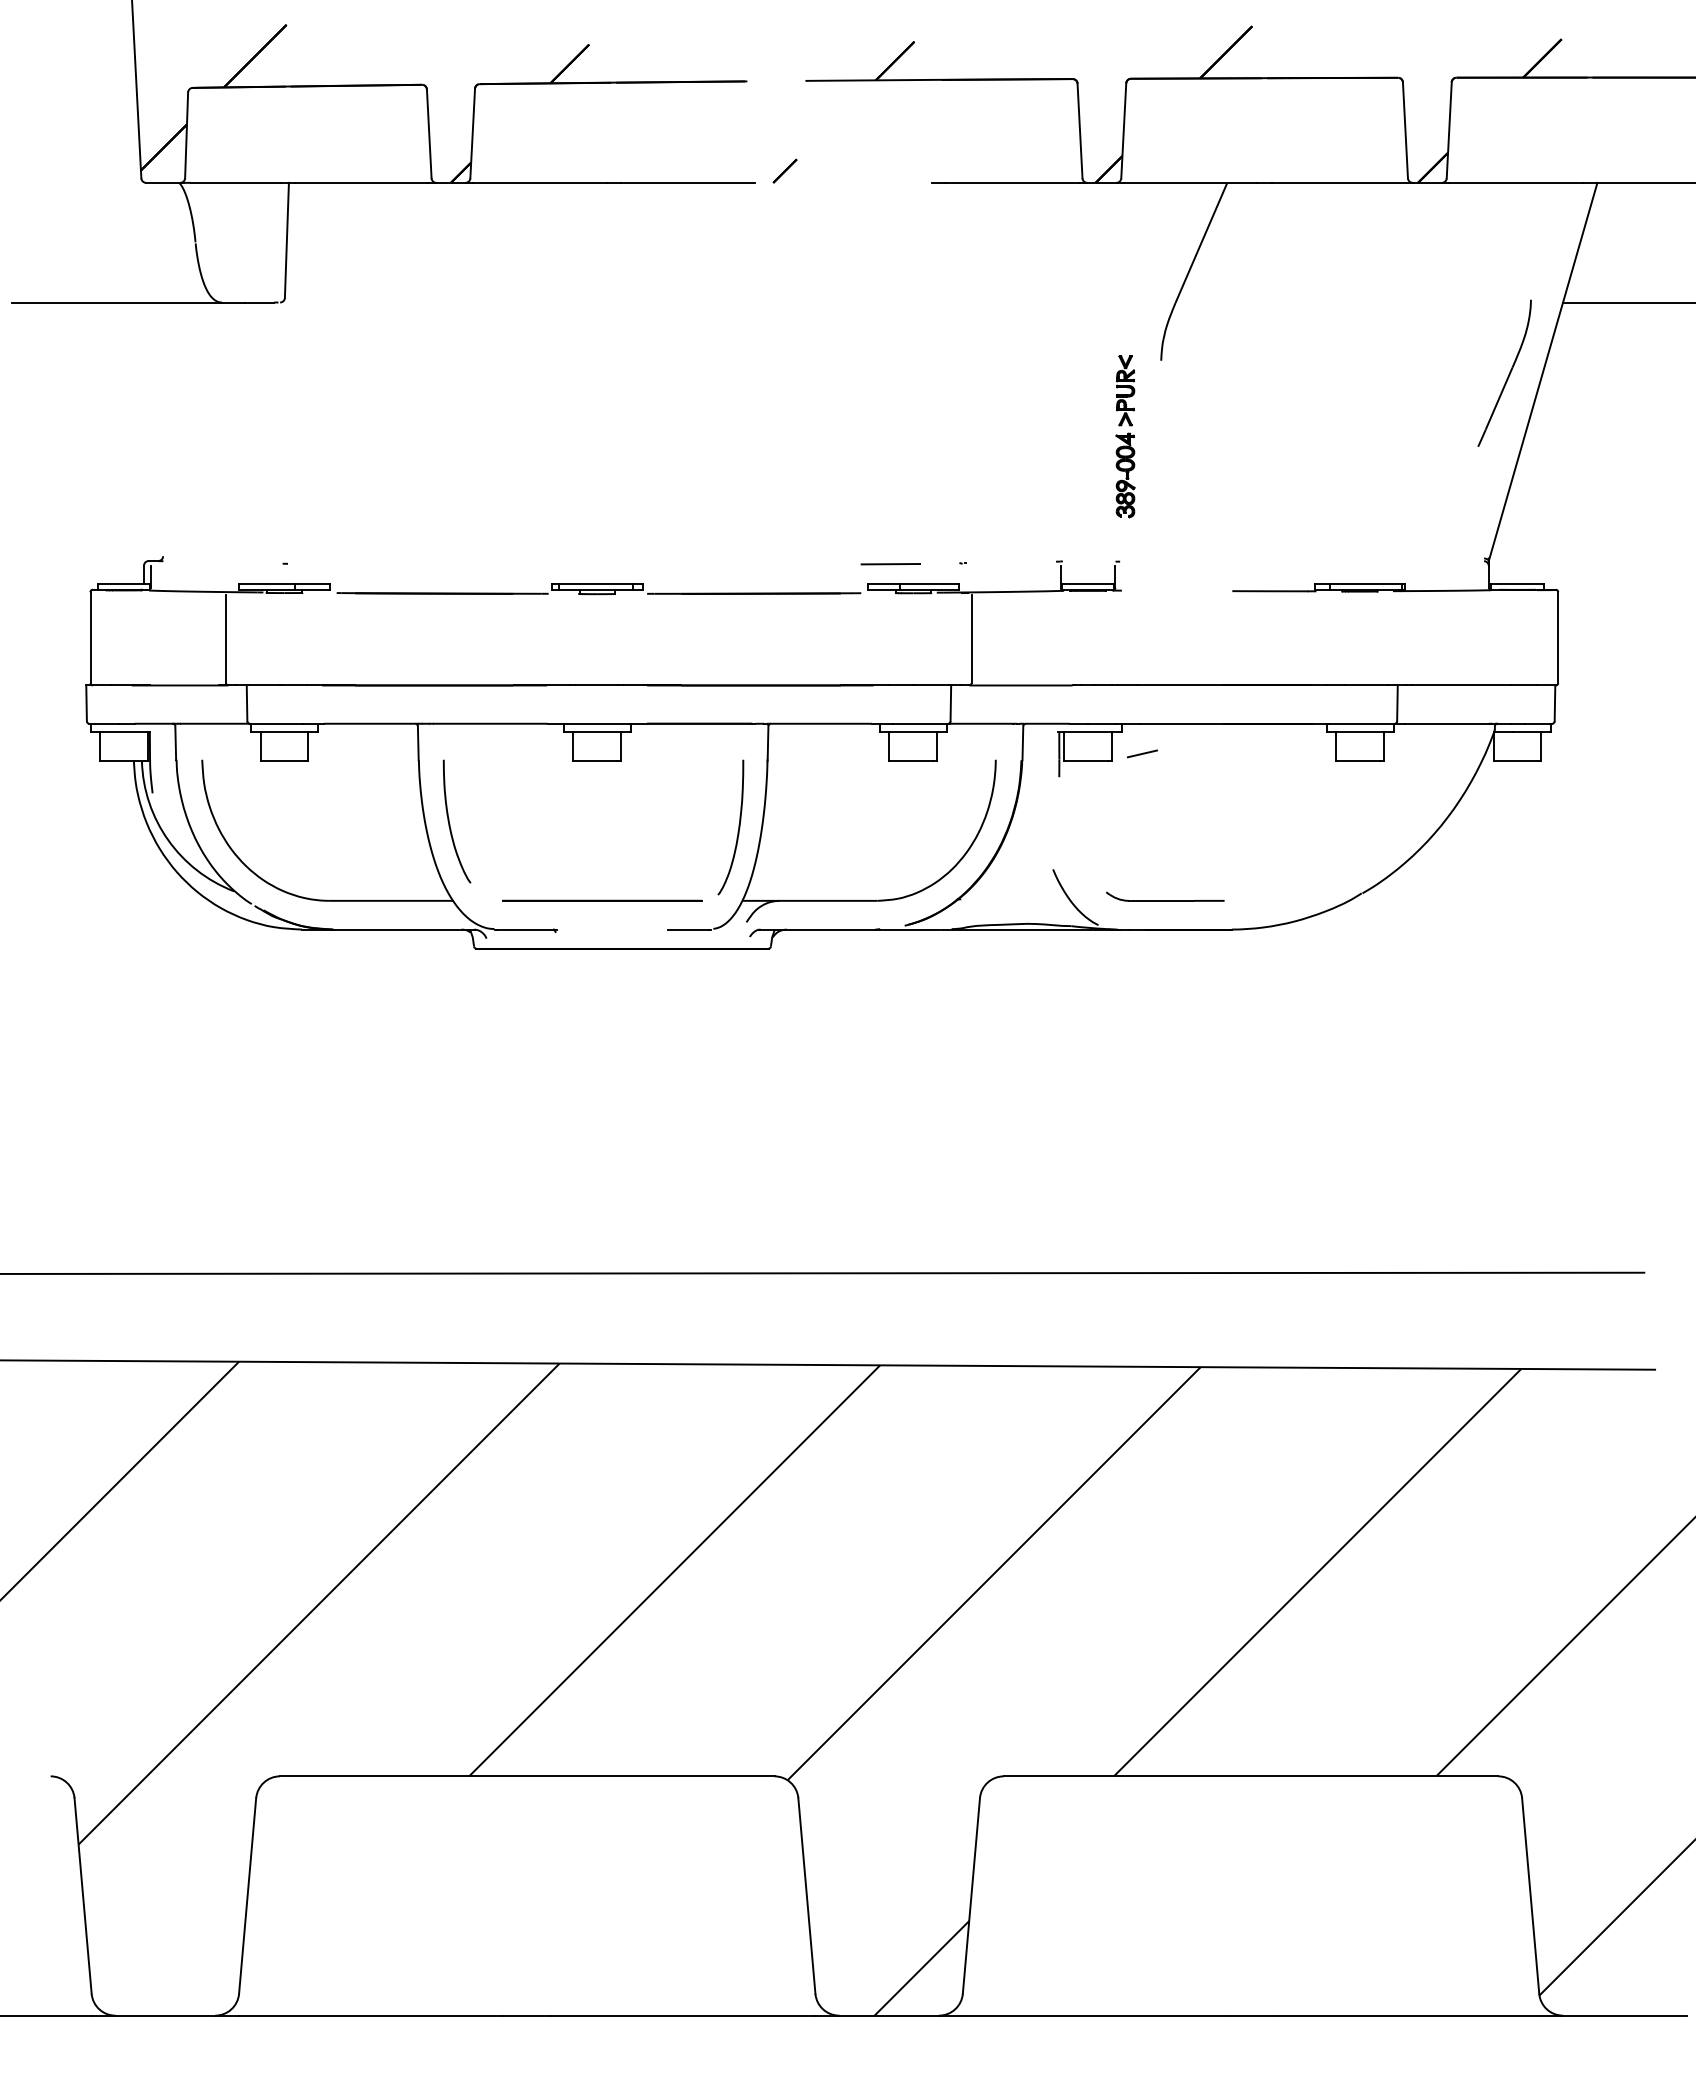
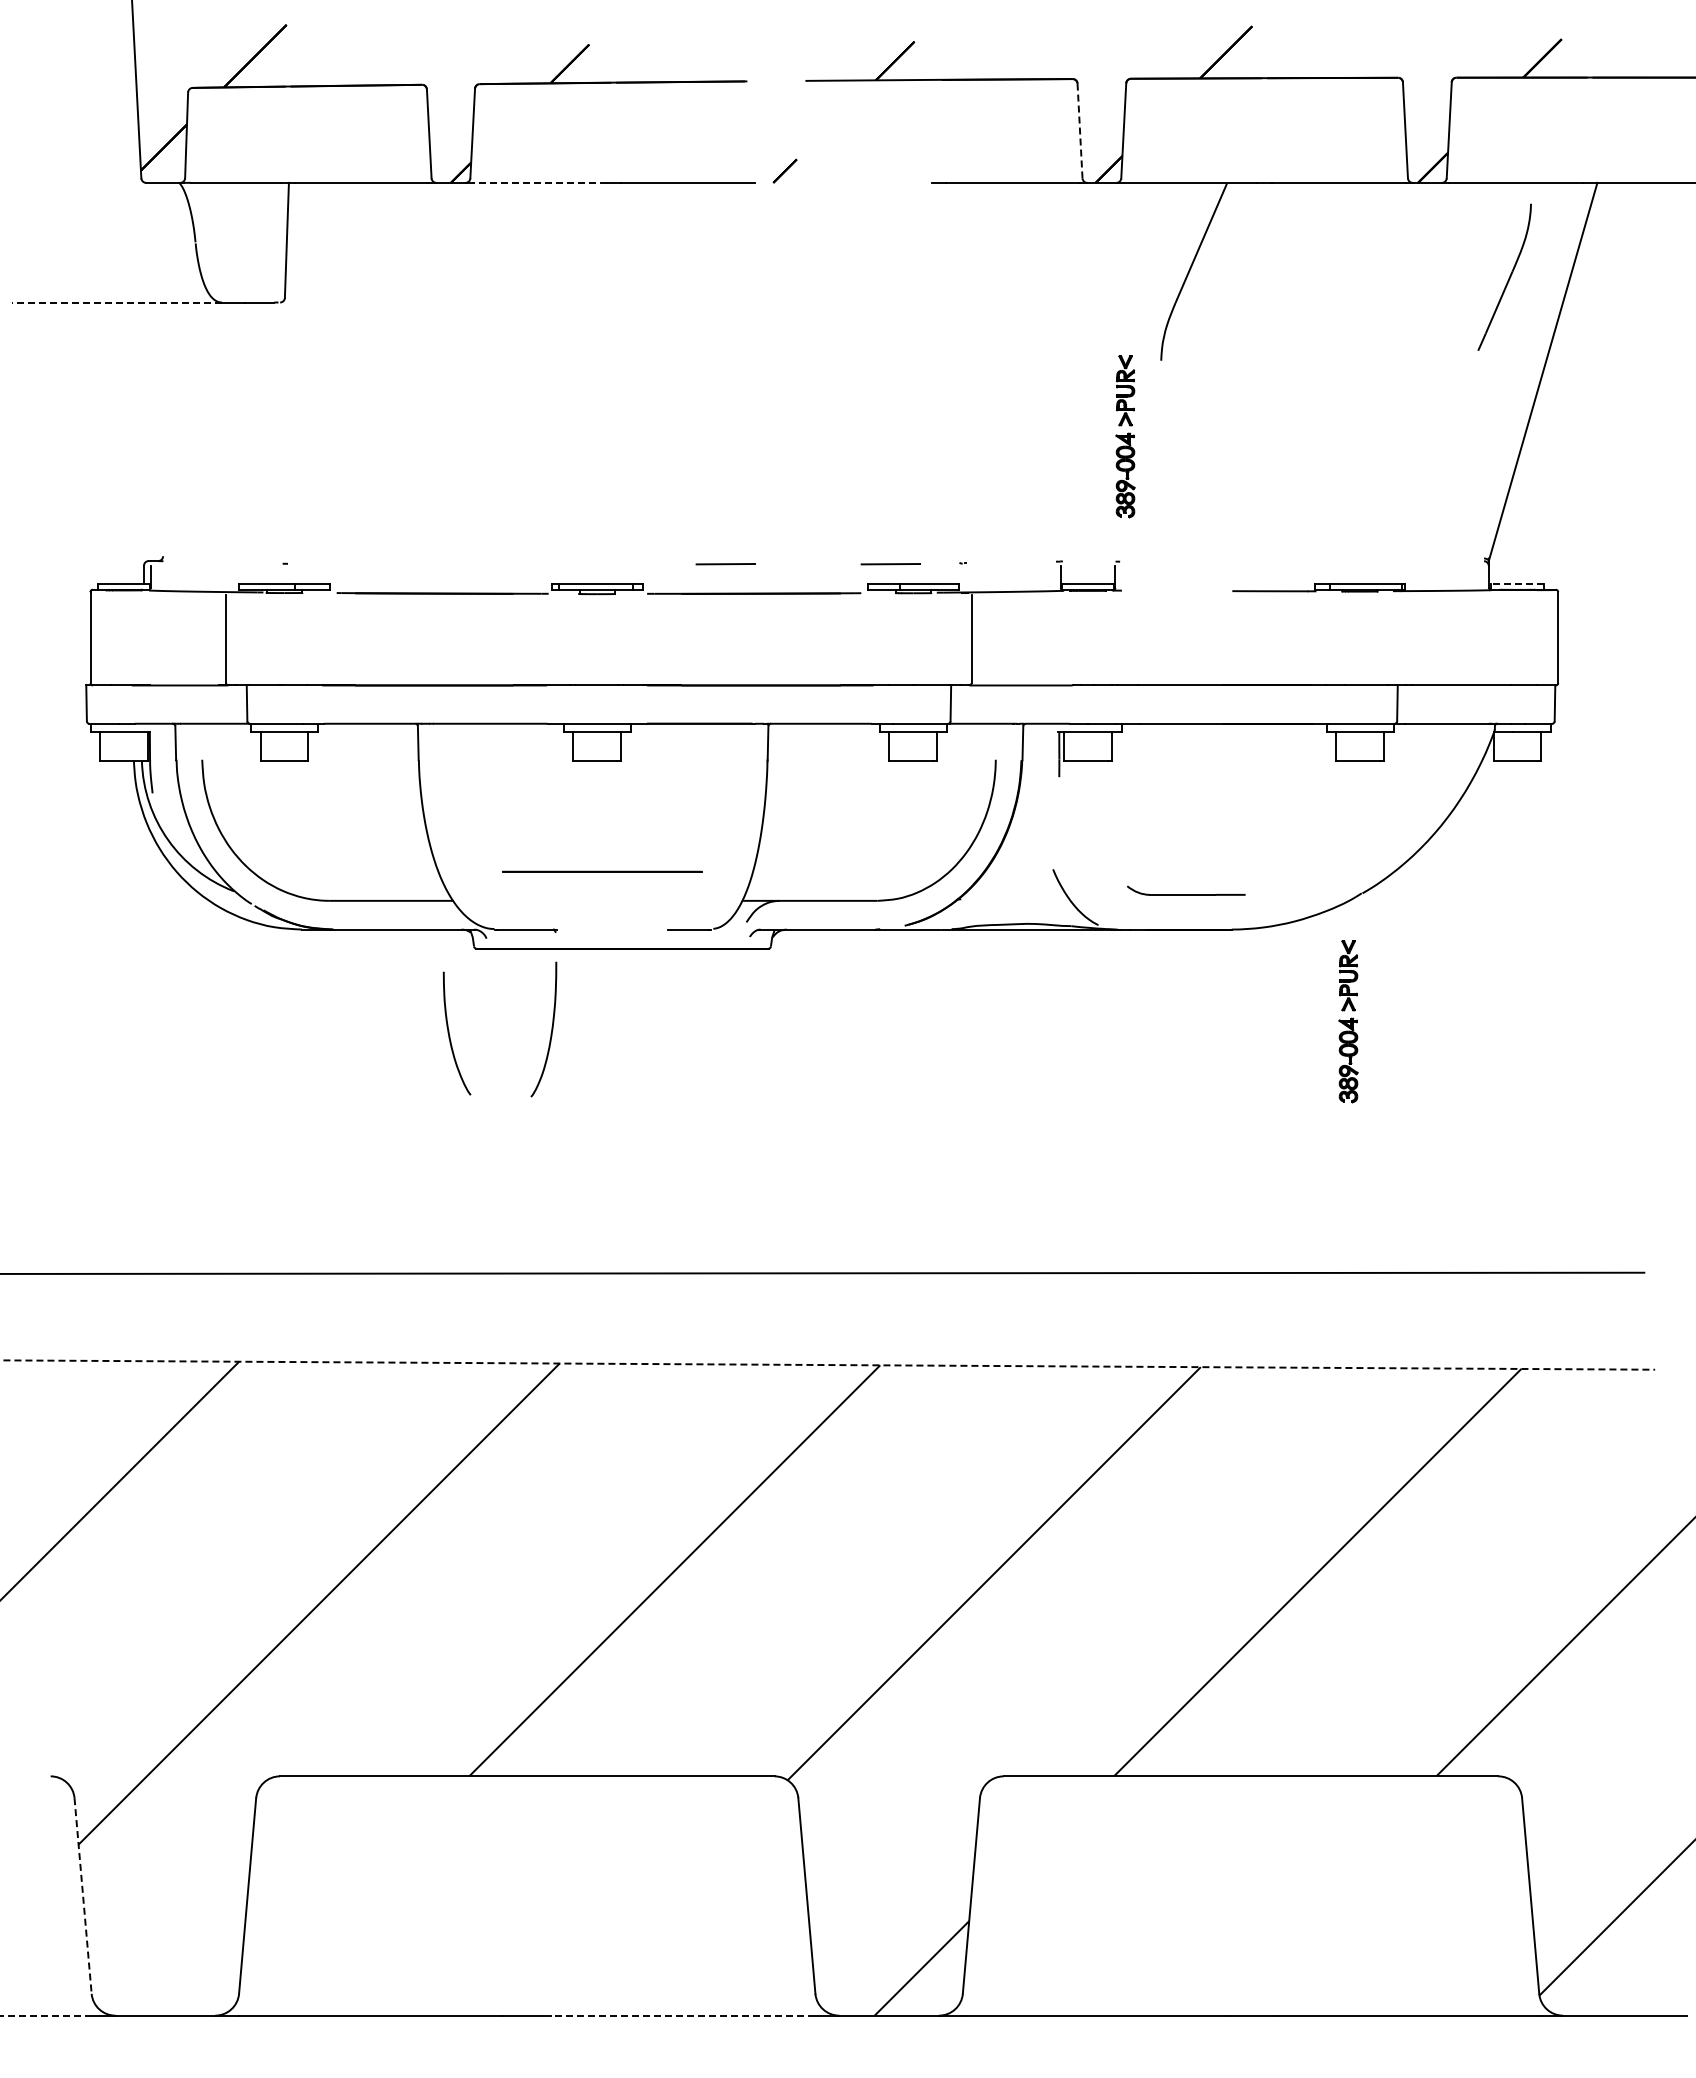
line at (1080, 131): solid -> dashed
line at (539, 182): solid -> dashed
line at (116, 302): solid -> dashed
line at (1627, 302): present -> none
part at (1504, 372) position: (1504, 372) -> (1504, 276)
line at (725, 564): none -> present
line at (1517, 584): solid -> dashed
line at (1142, 753): present -> none
curve at (450, 824) position: (450, 824) -> (450, 1036)
curve at (738, 827) position: (738, 827) -> (551, 1029)
part at (1165, 896) position: (1165, 896) -> (1186, 890)
line at (602, 900) position: (602, 900) -> (602, 871)
part at (1348, 1021): none -> present
line at (828, 1365): solid -> dashed
line at (83, 1896): solid -> dashed
line at (45, 2015): solid -> dashed
line at (682, 2015): solid -> dashed
